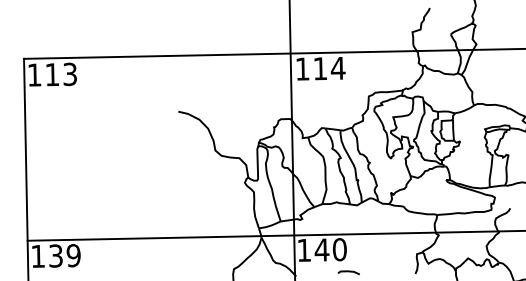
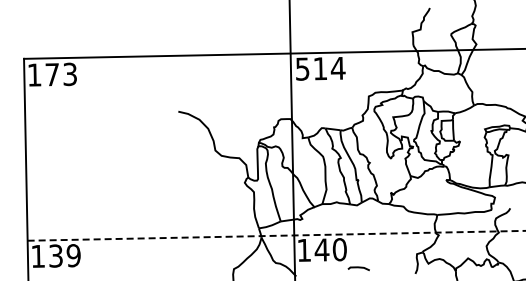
text at (302, 68): 114 -> 514
text at (51, 74): 113 -> 173
line at (276, 235): solid -> dashed
line at (348, 272) position: (348, 272) -> (358, 268)
